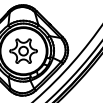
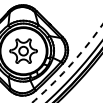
arc at (70, 65): solid -> dashed
